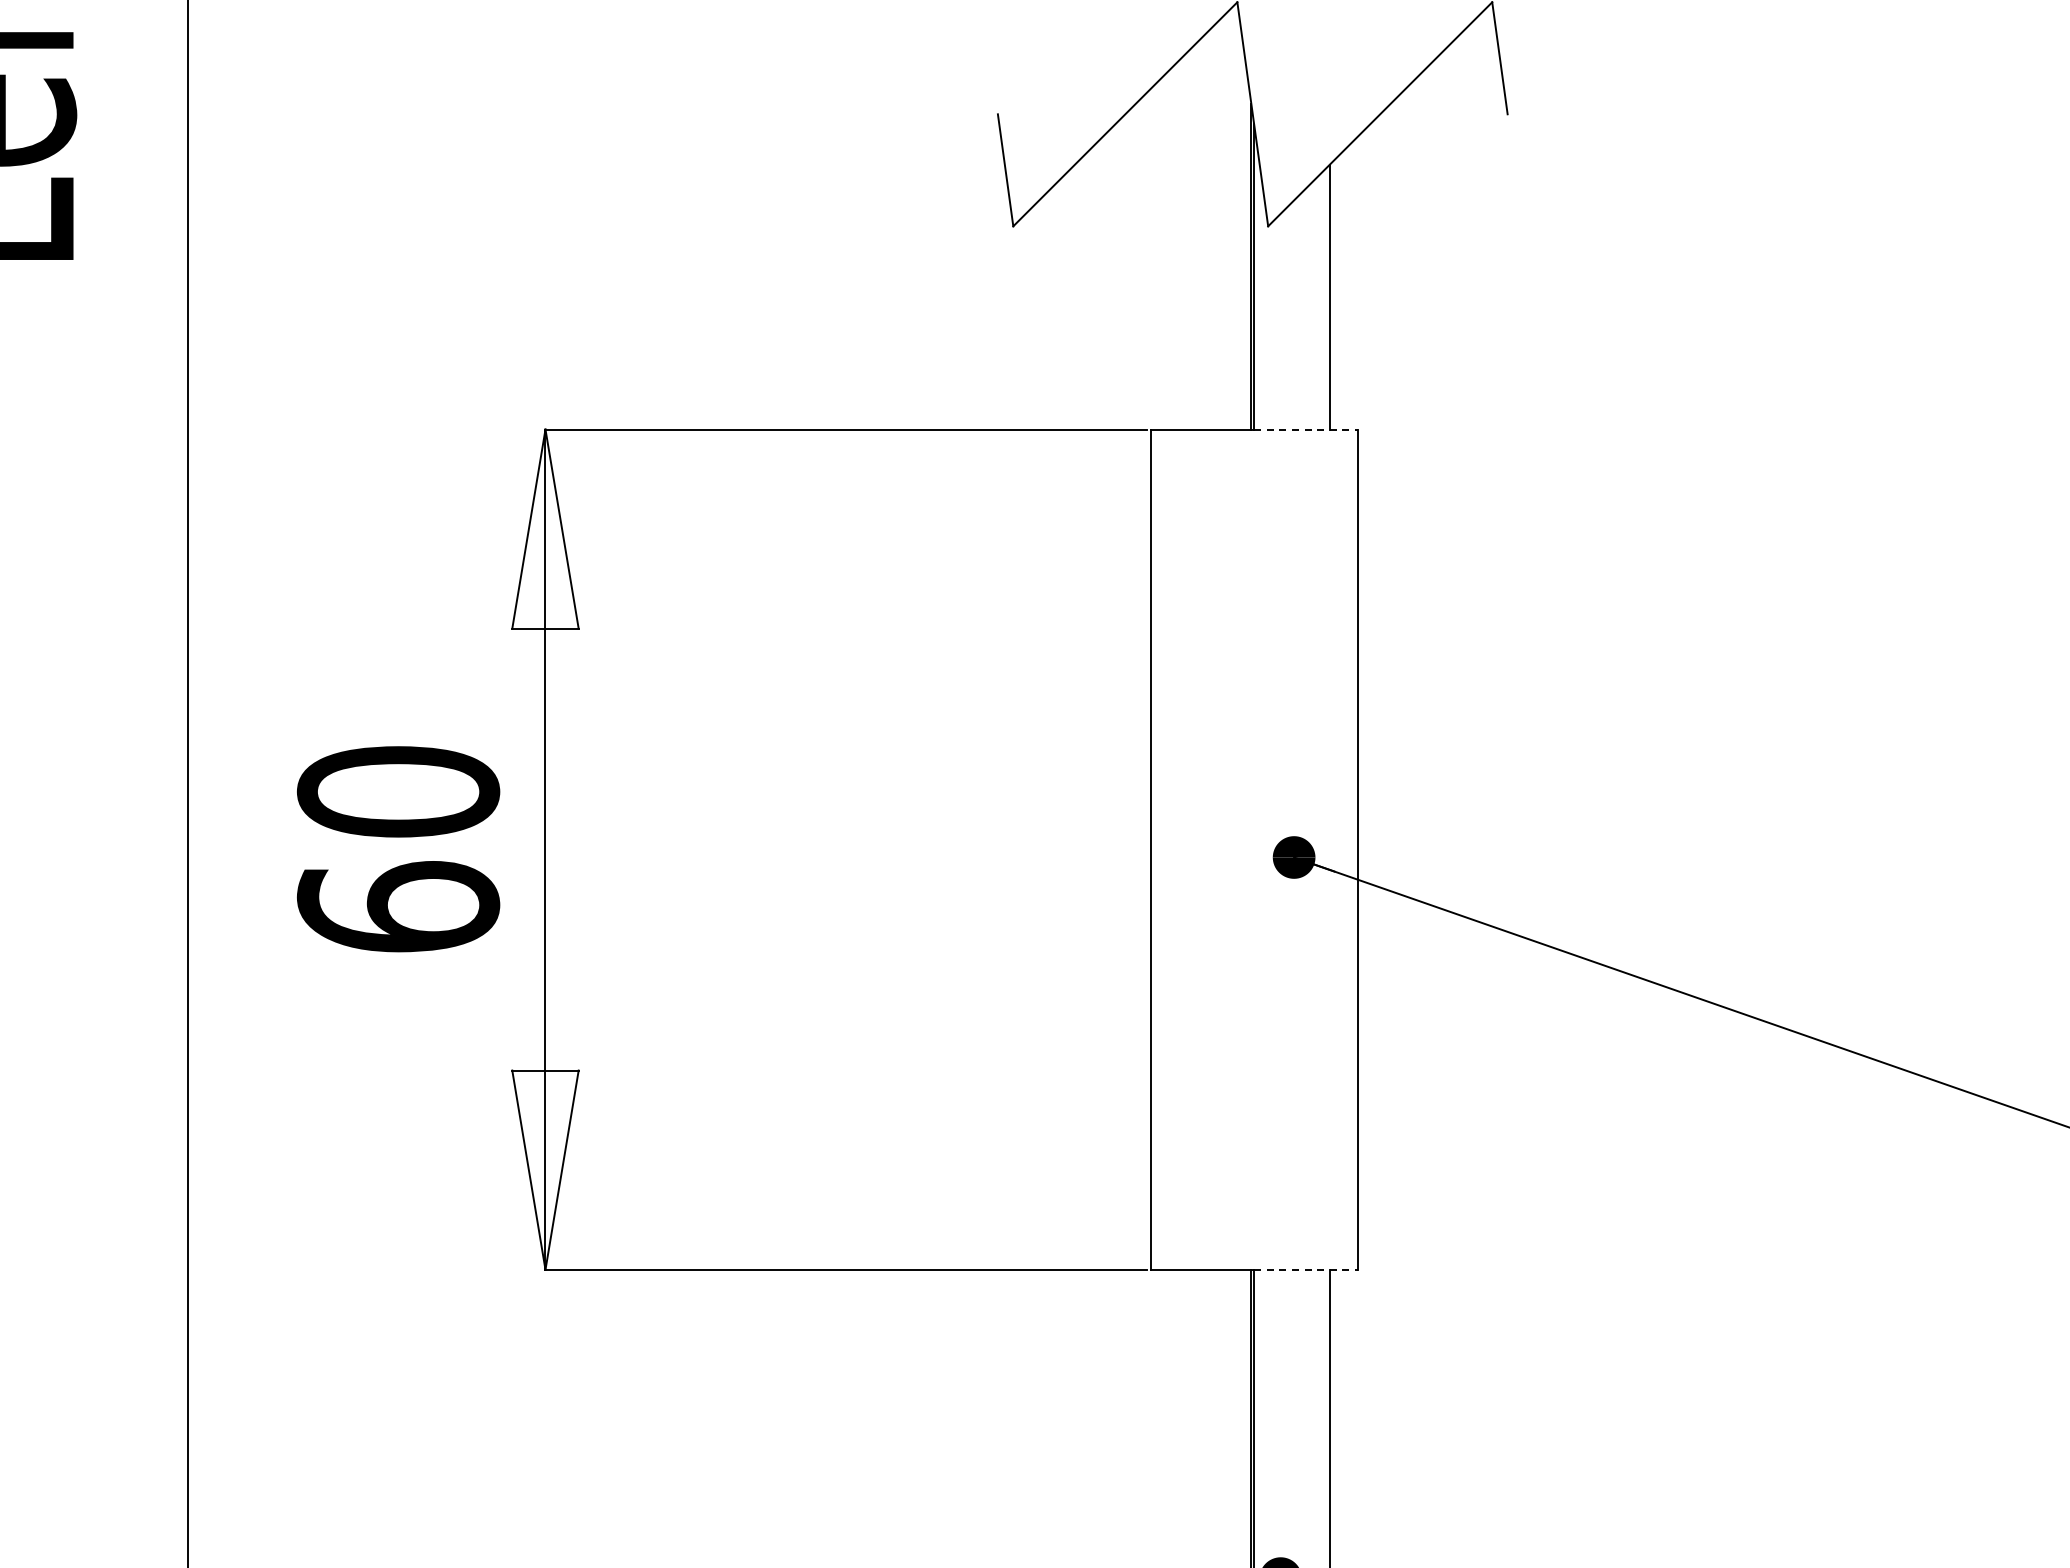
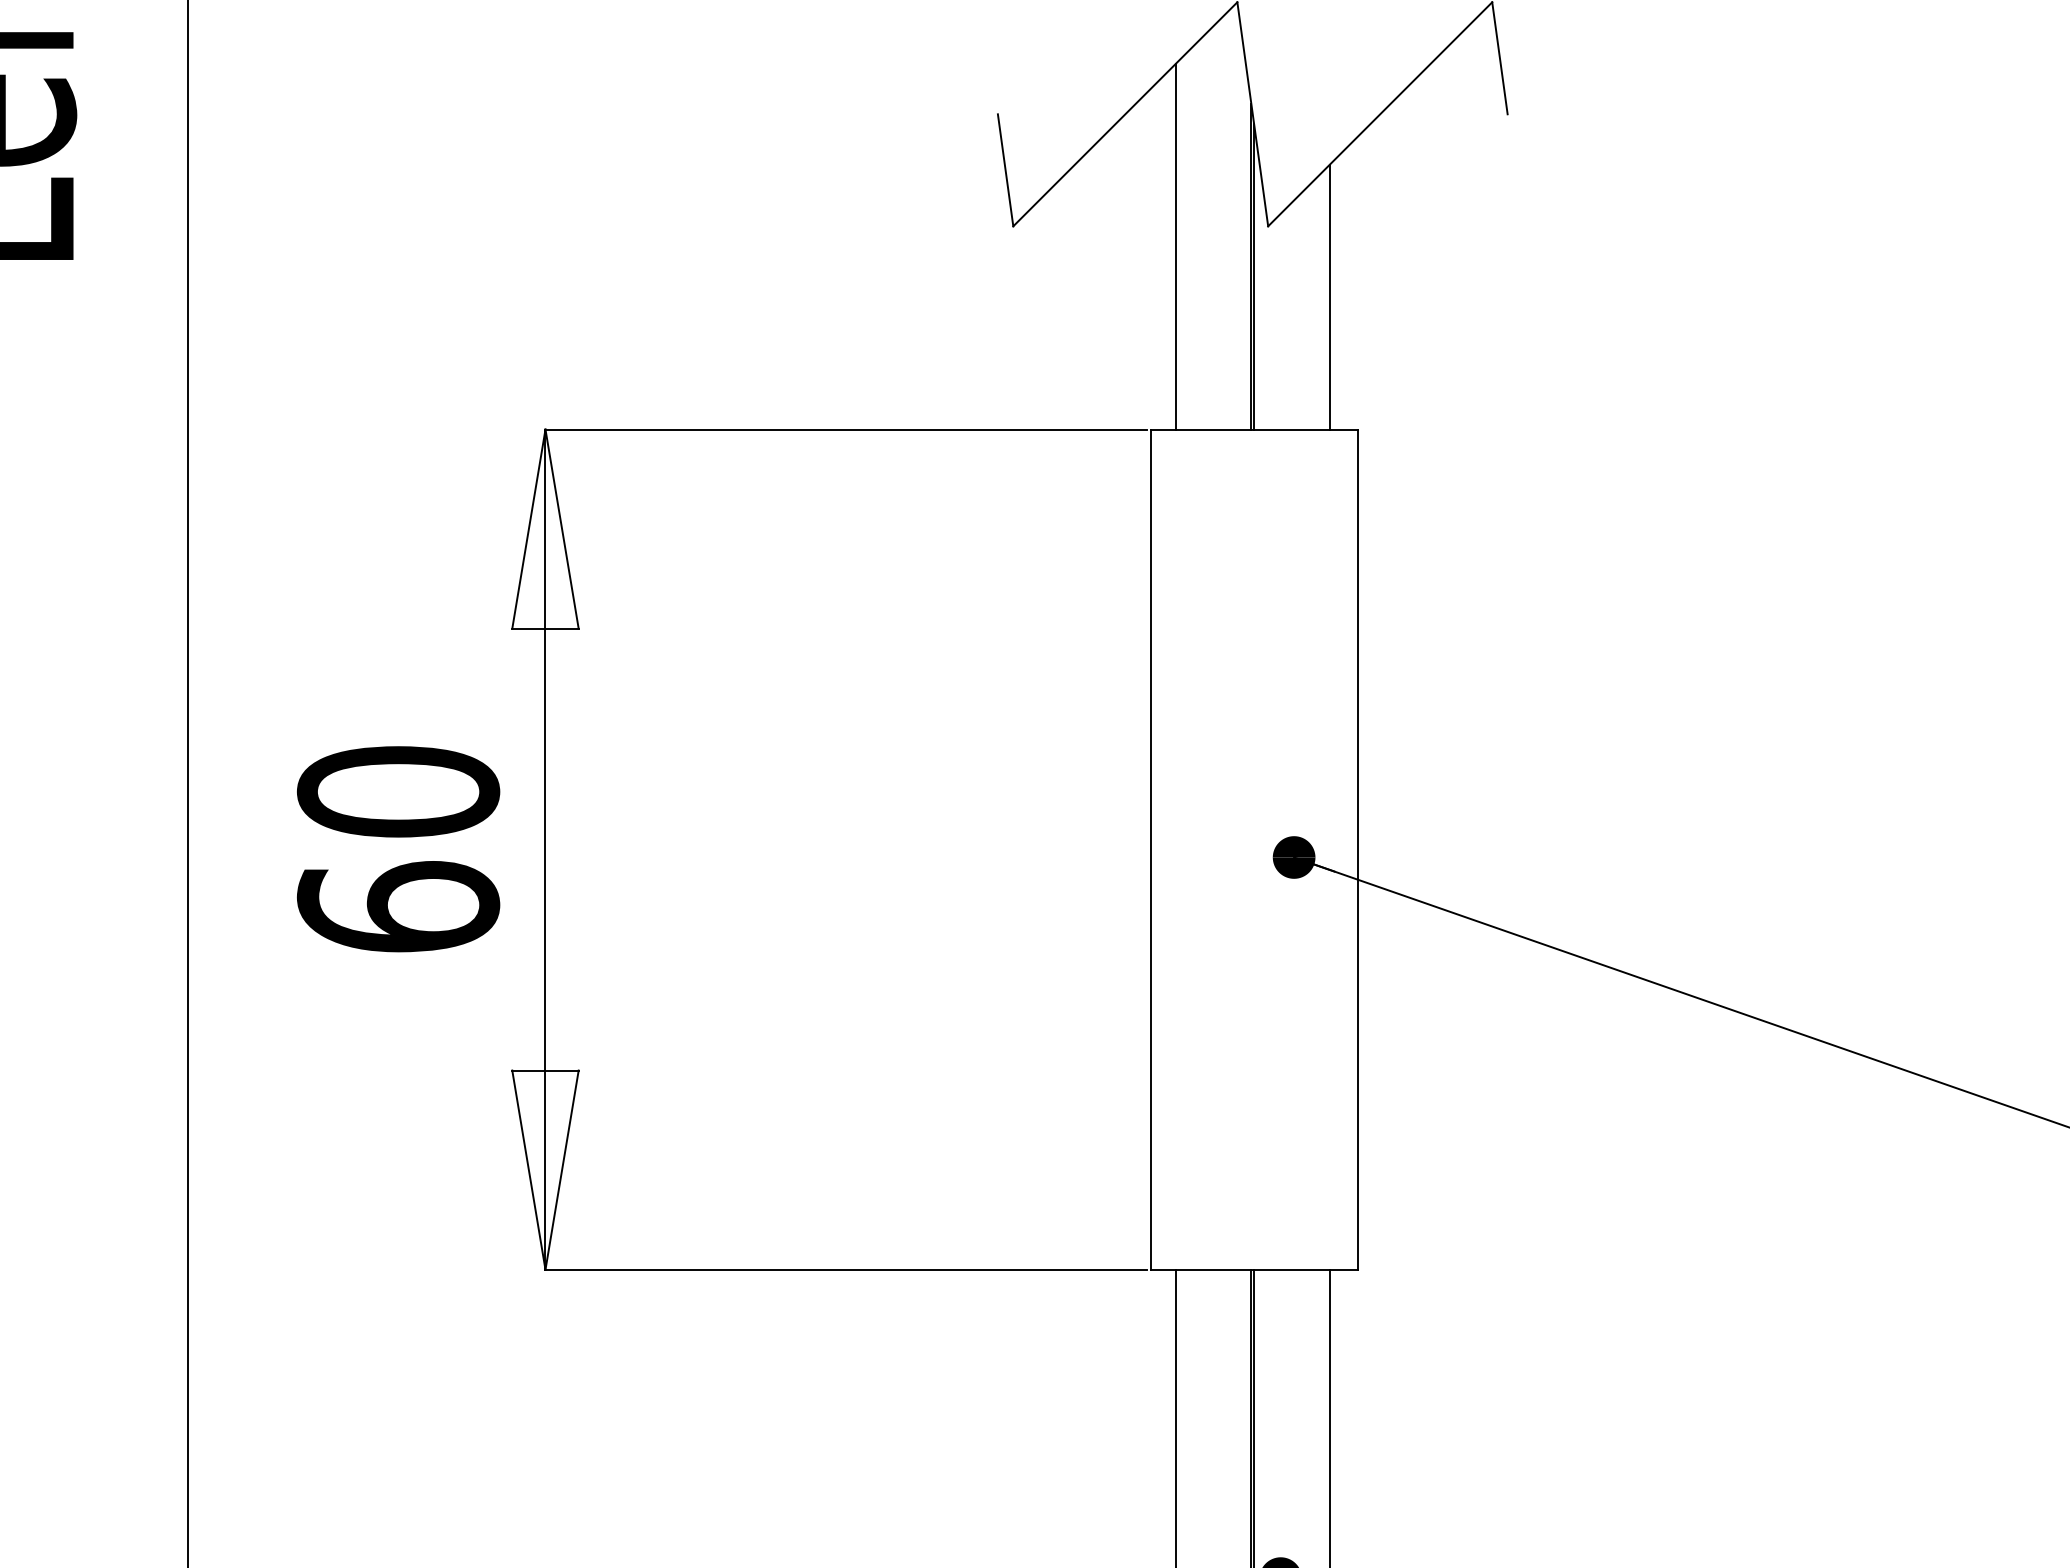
line at (1175, 246): none -> present
line at (1305, 429): dashed -> solid
line at (1305, 1269): dashed -> solid
line at (1175, 1416): none -> present
